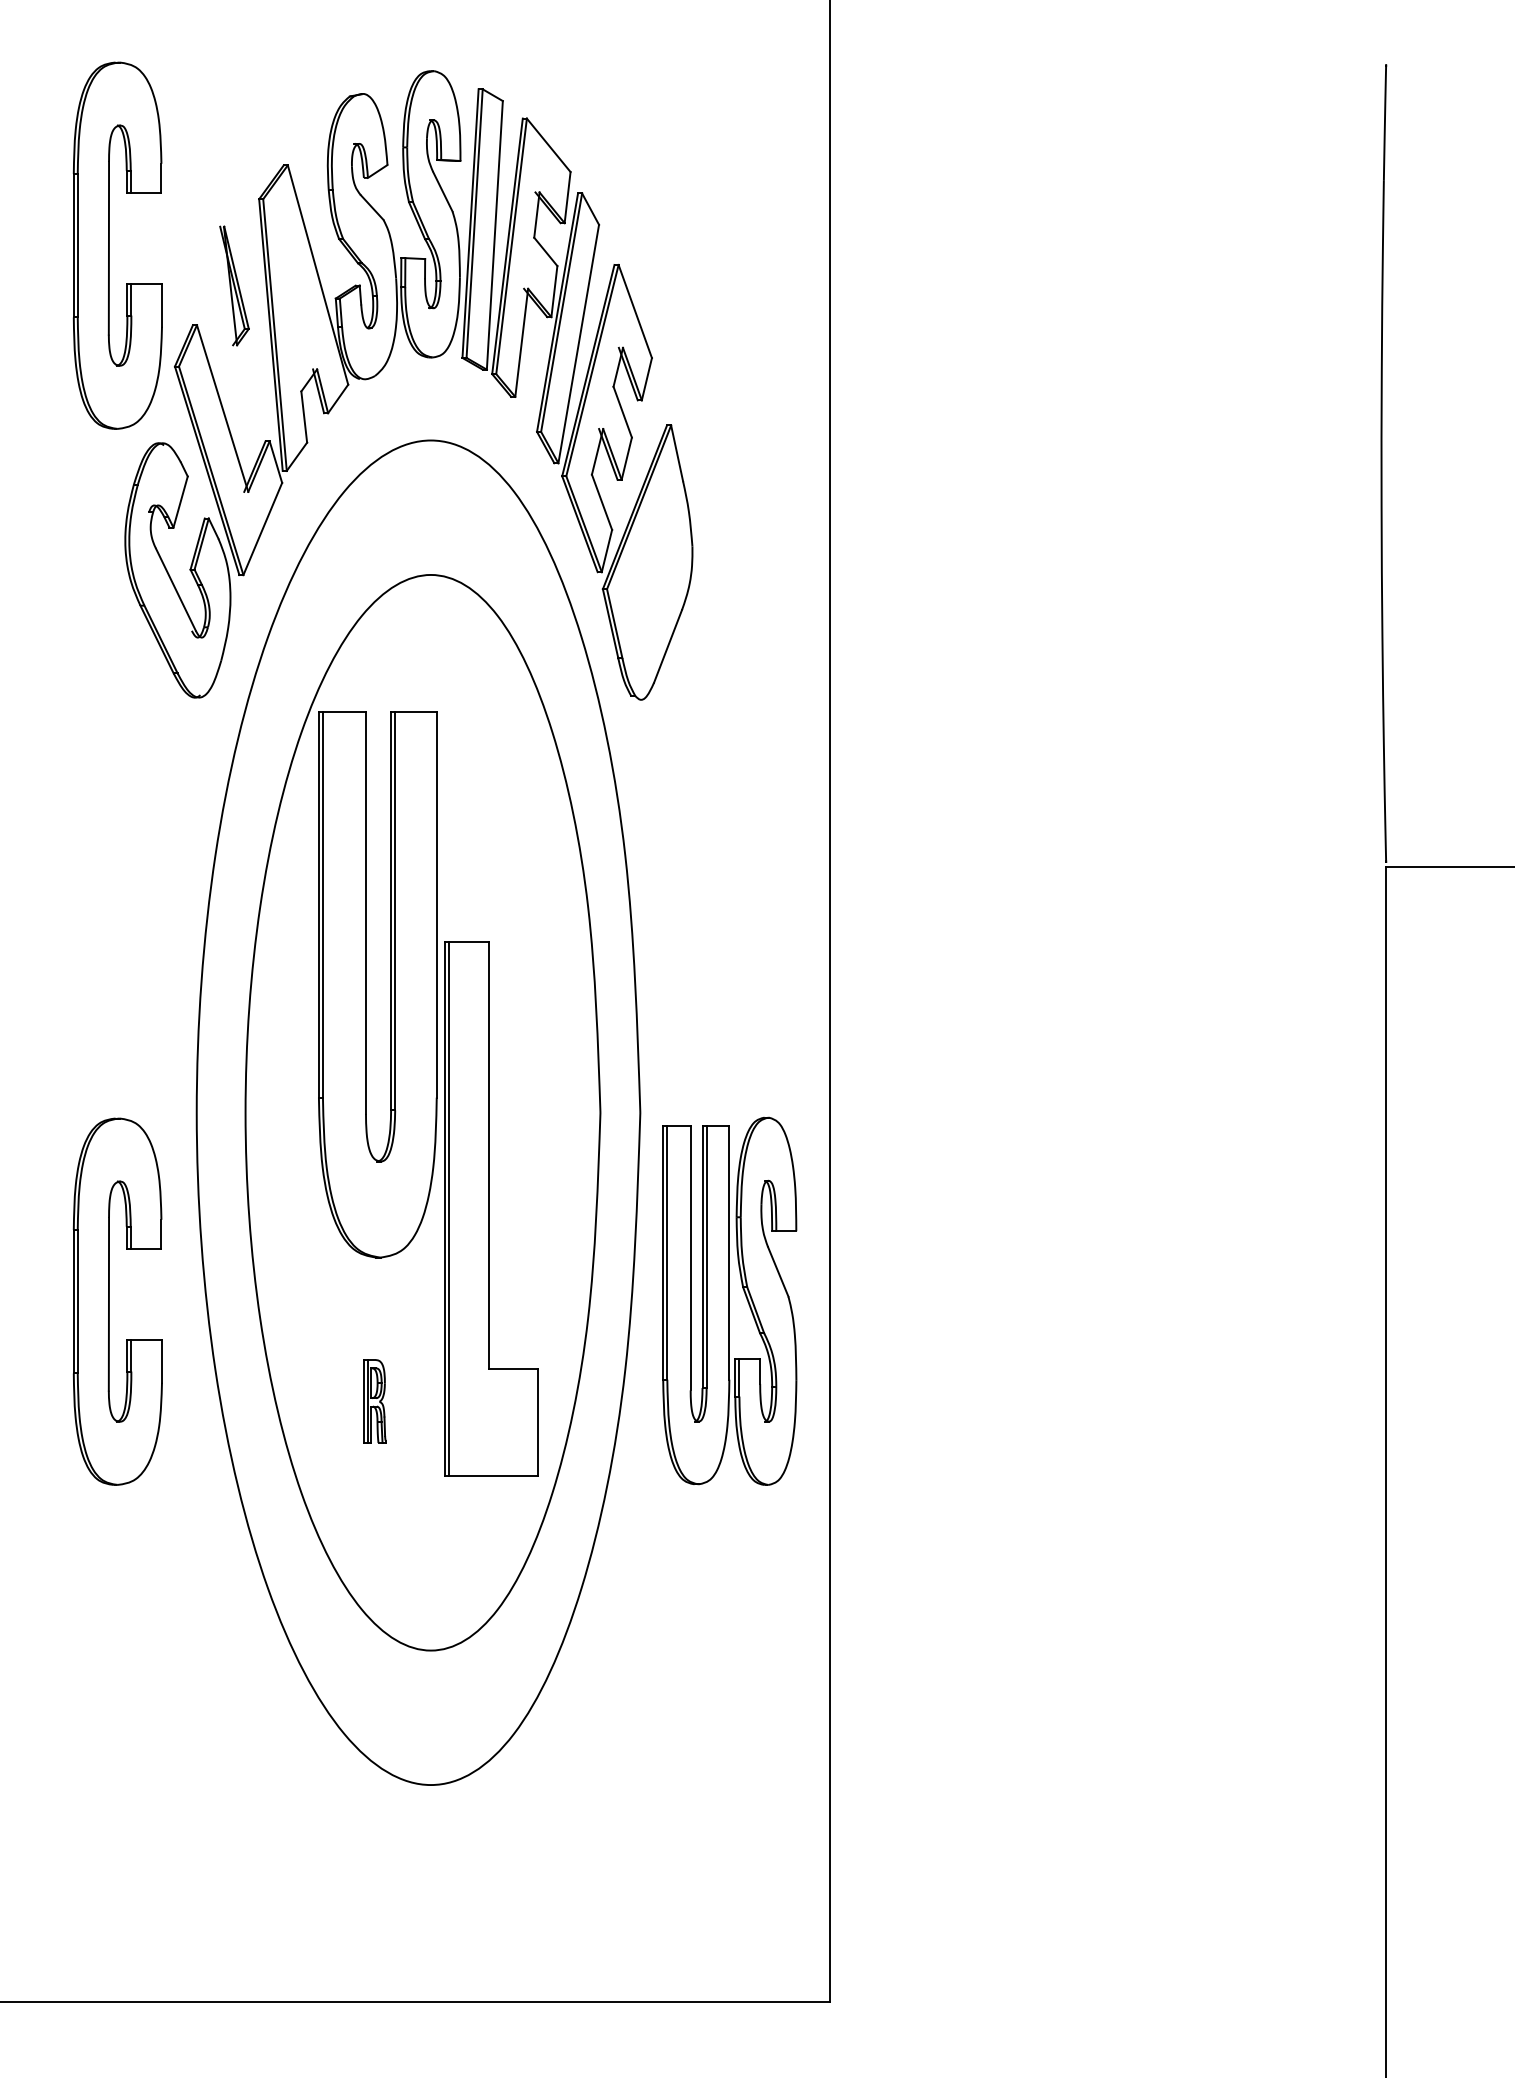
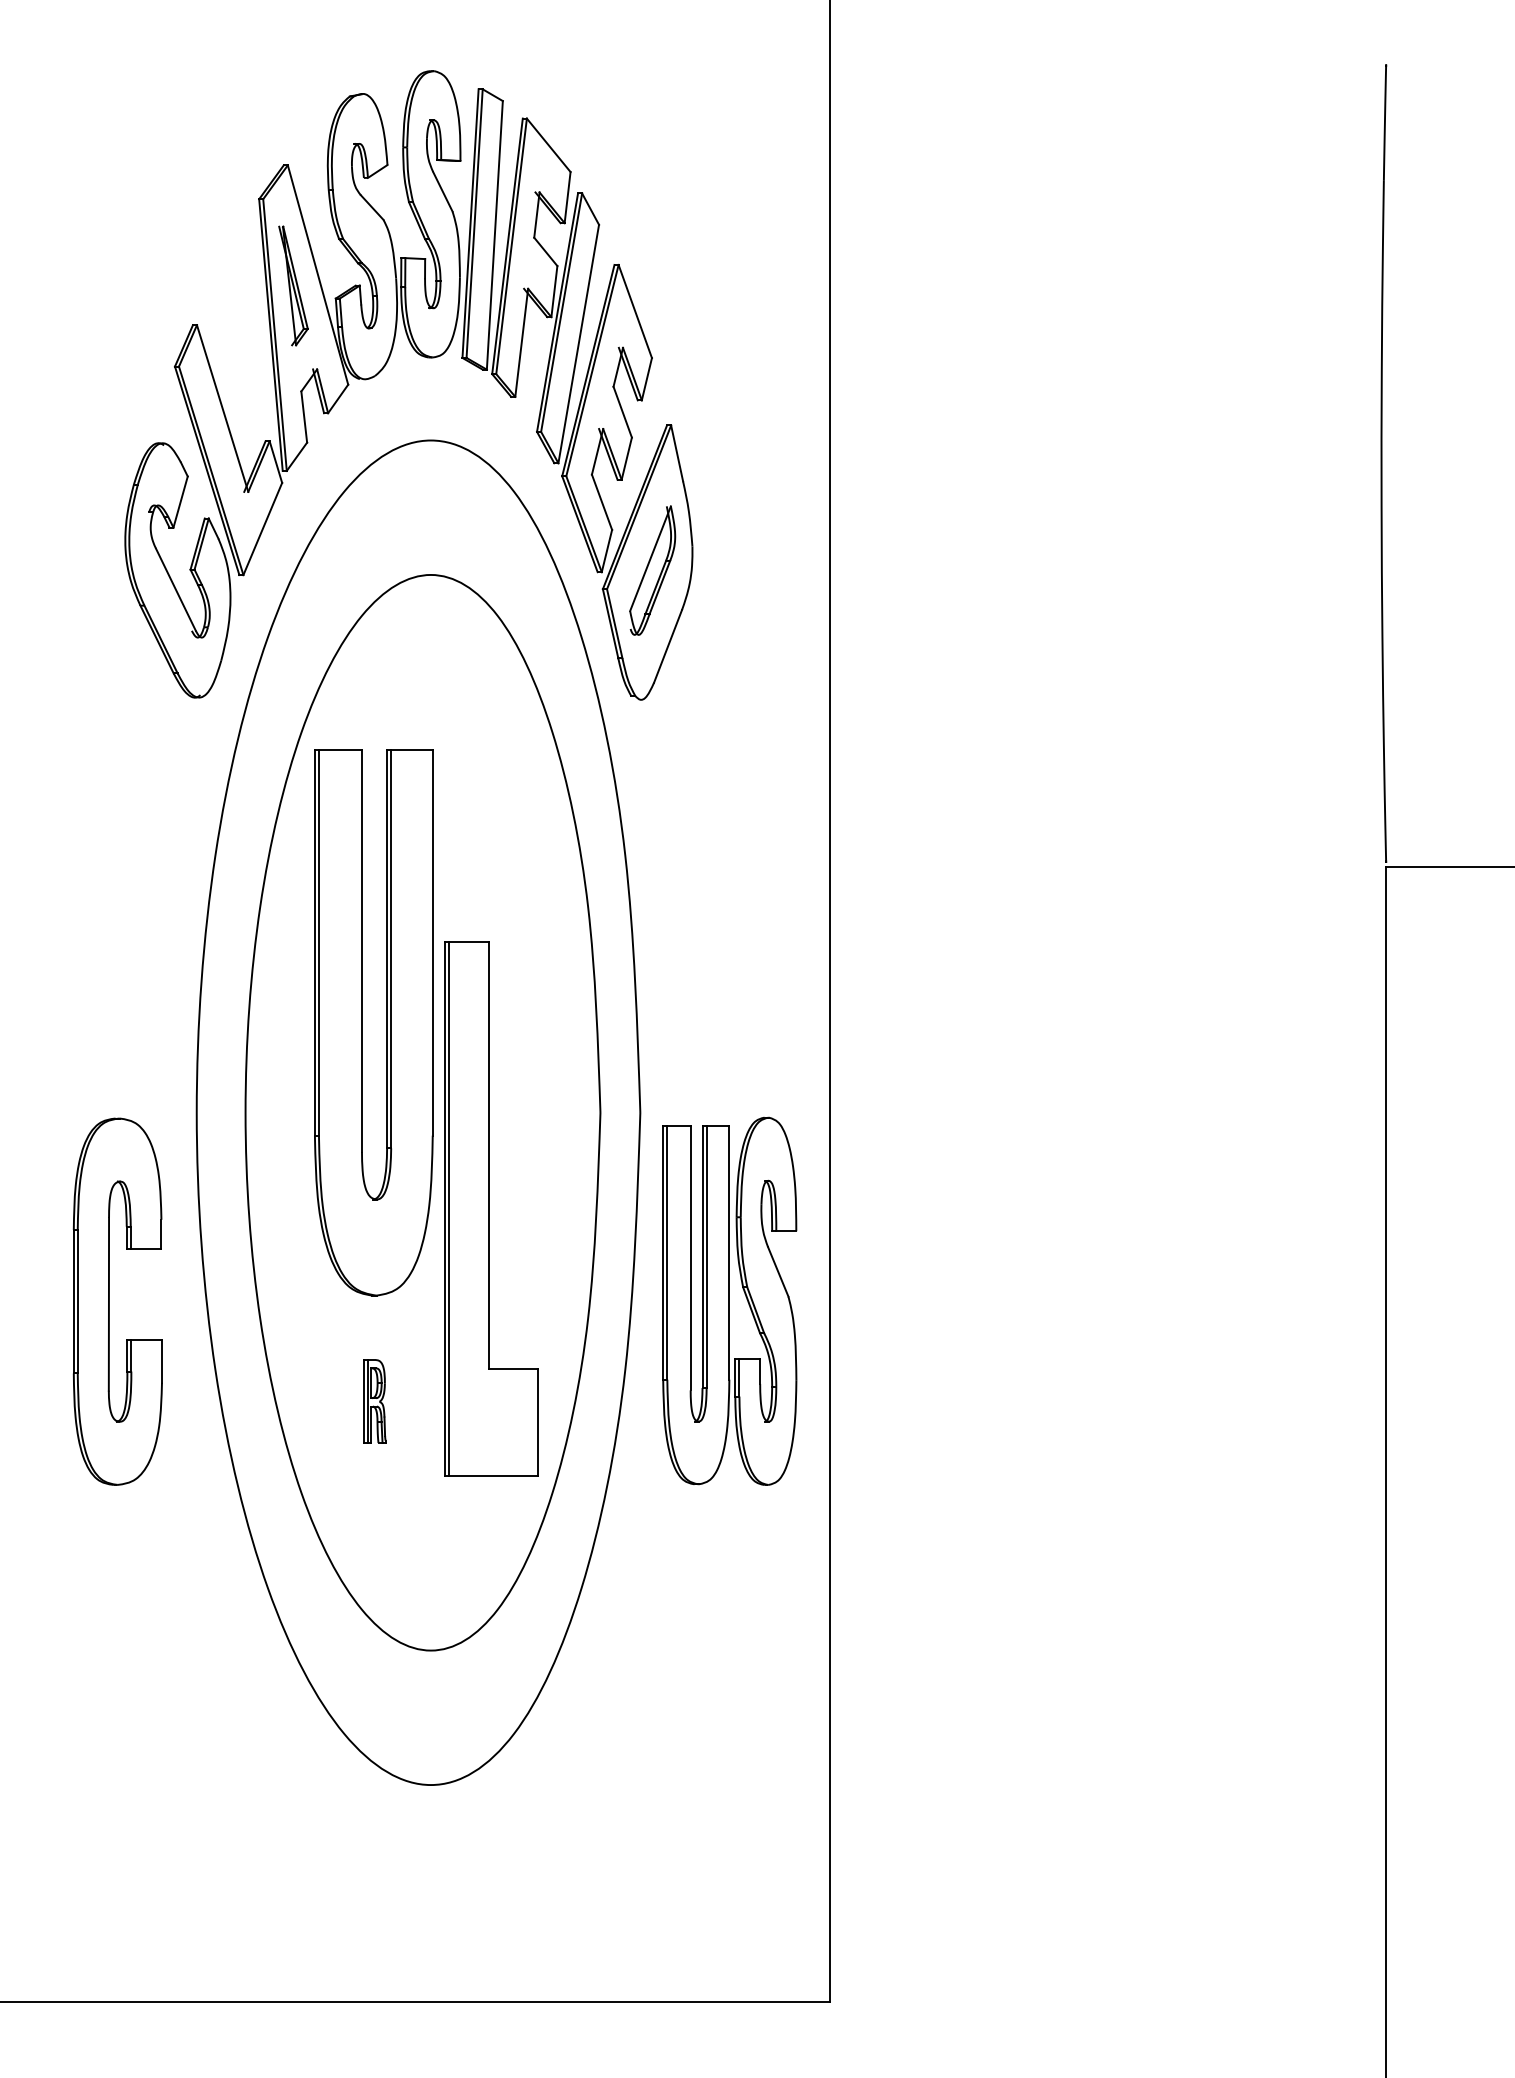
part at (109, 245): present -> none
part at (234, 285) position: (234, 285) -> (293, 285)
part at (652, 570): none -> present
part at (366, 984) position: (366, 984) -> (362, 1022)
